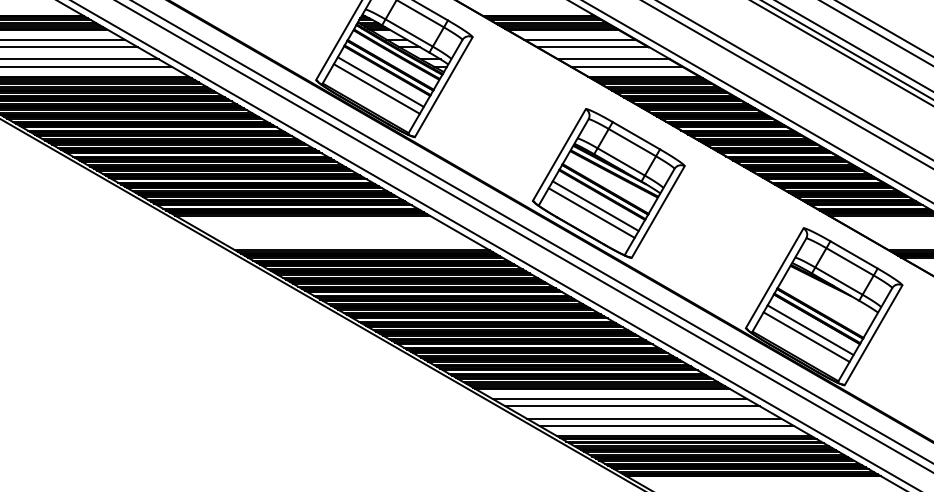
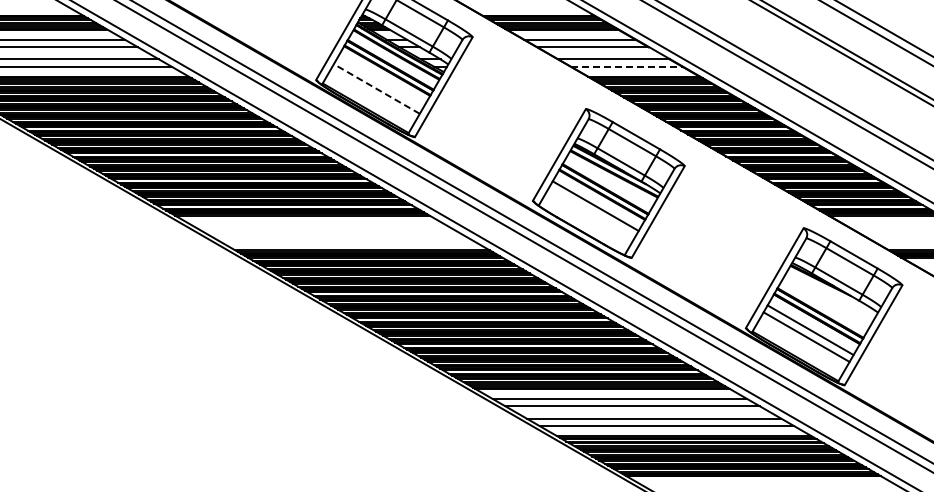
line at (854, 46): present -> none
line at (626, 66): solid -> dashed
line at (380, 81): present -> none
line at (376, 89): solid -> dashed
line at (591, 212): present -> none
